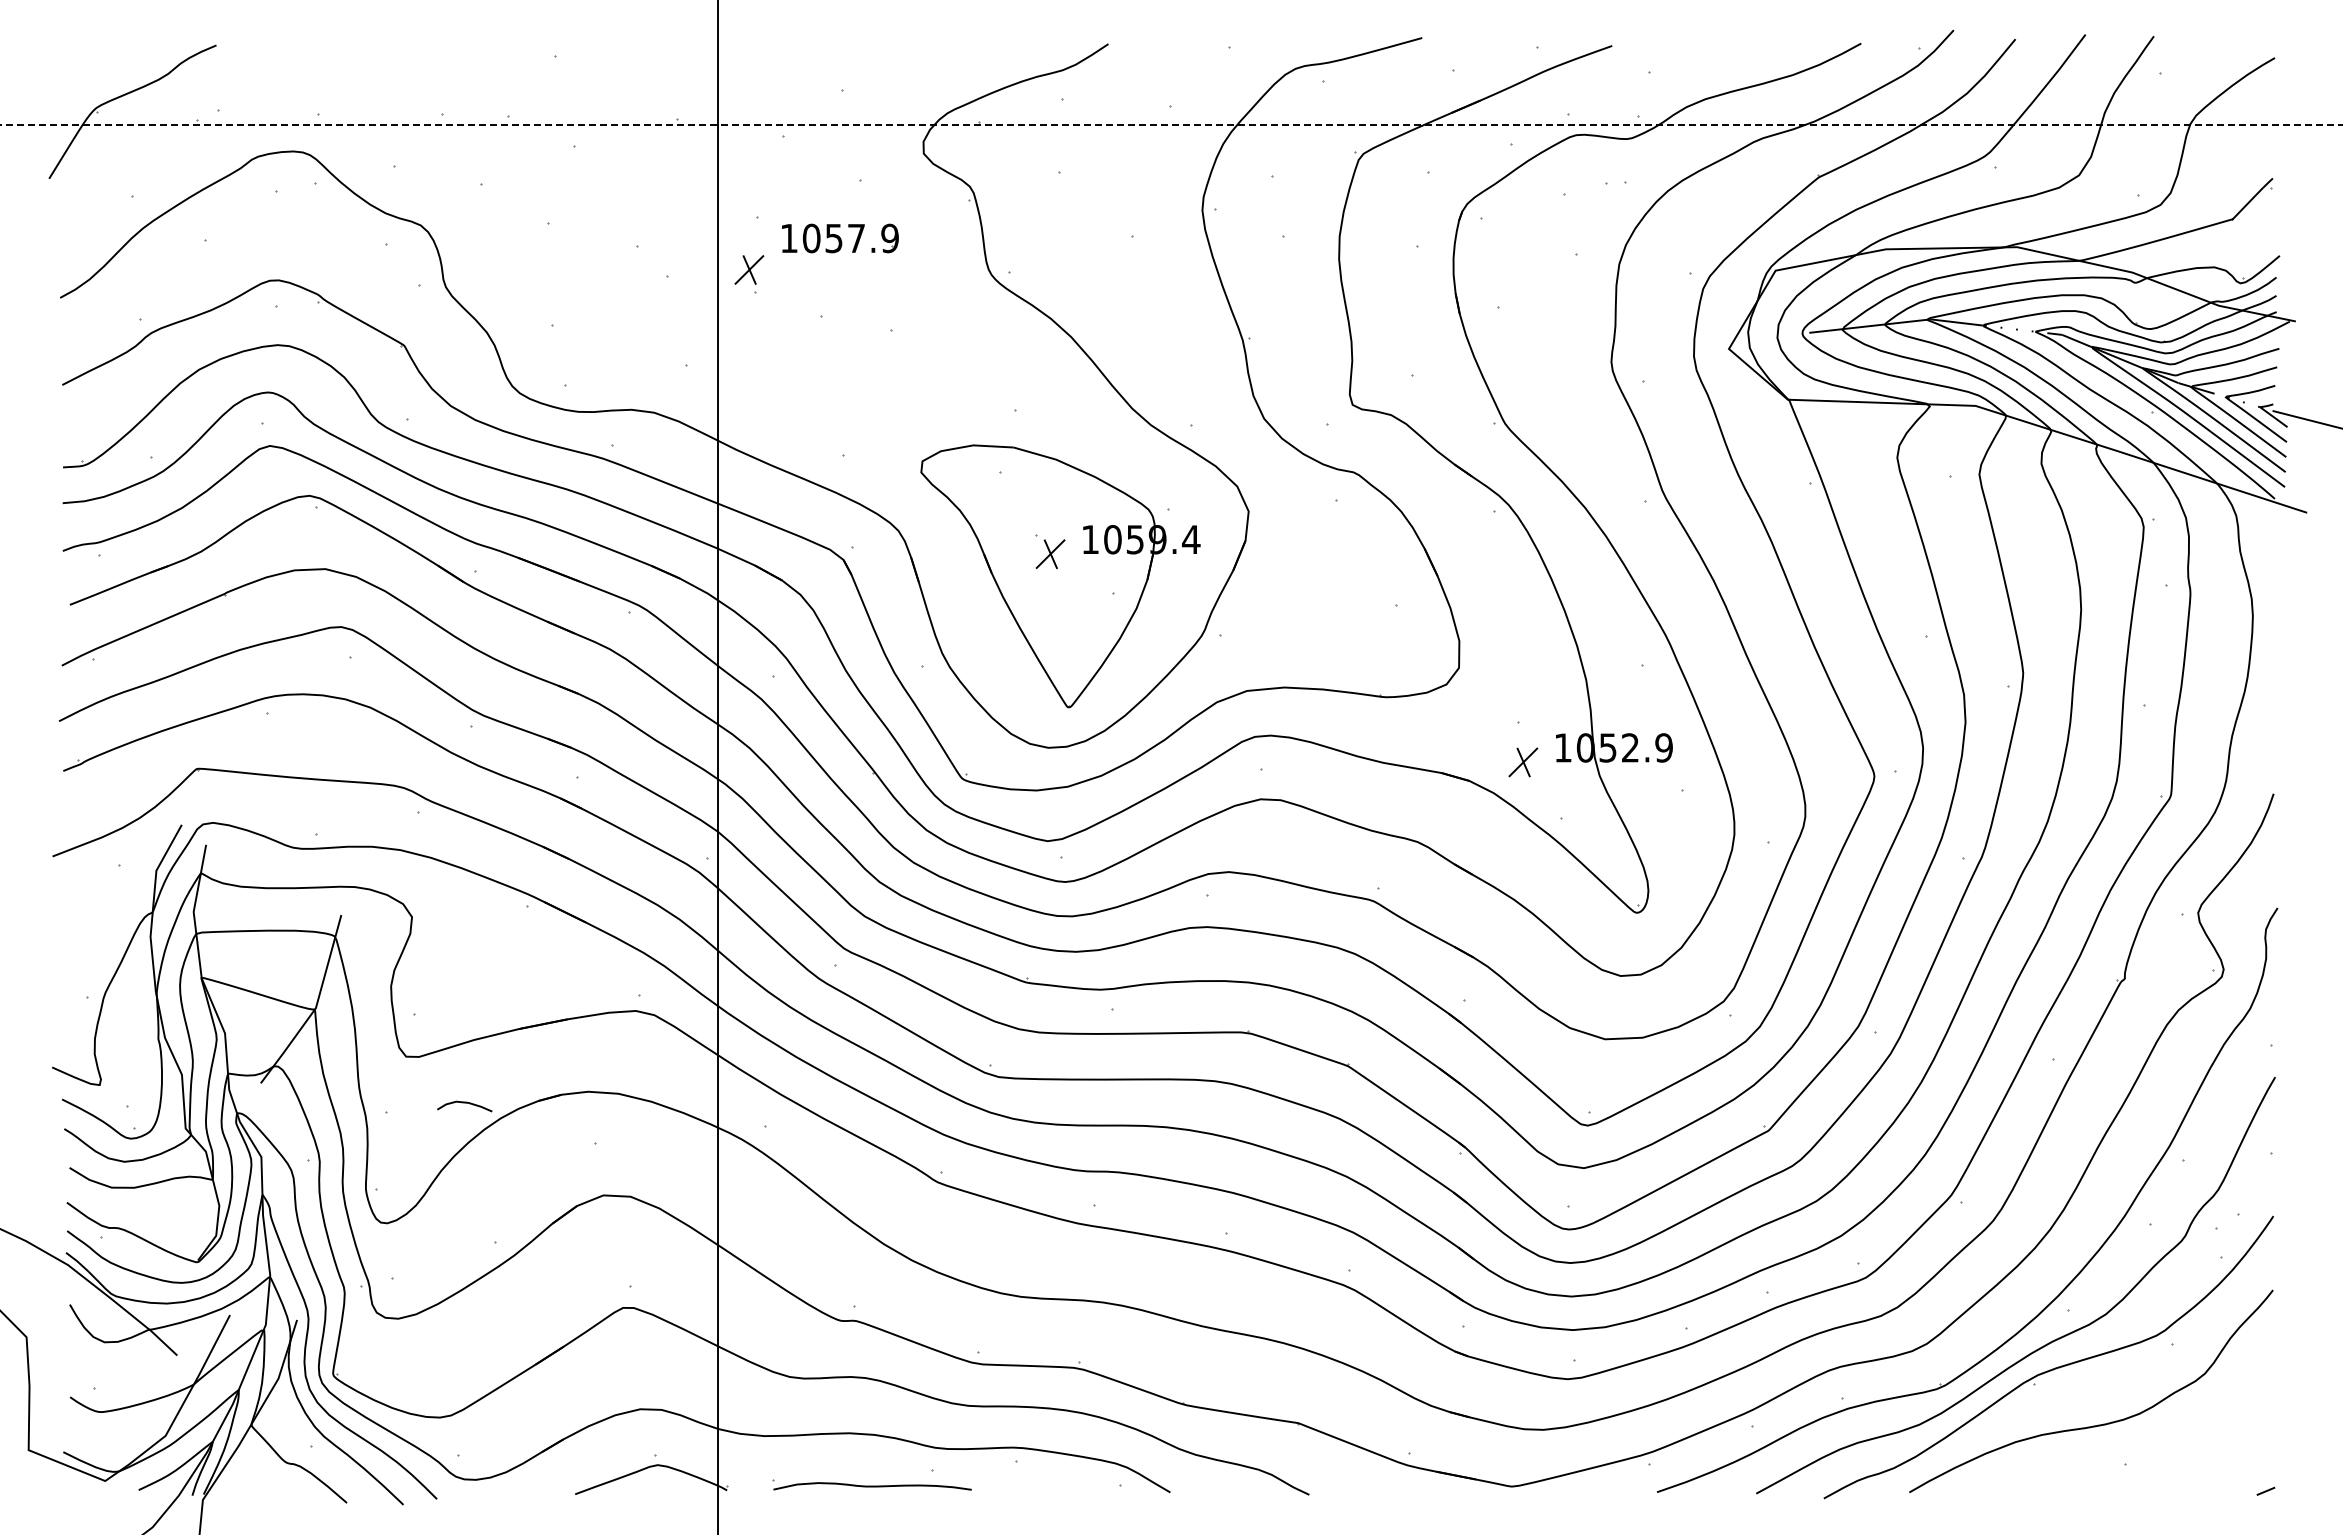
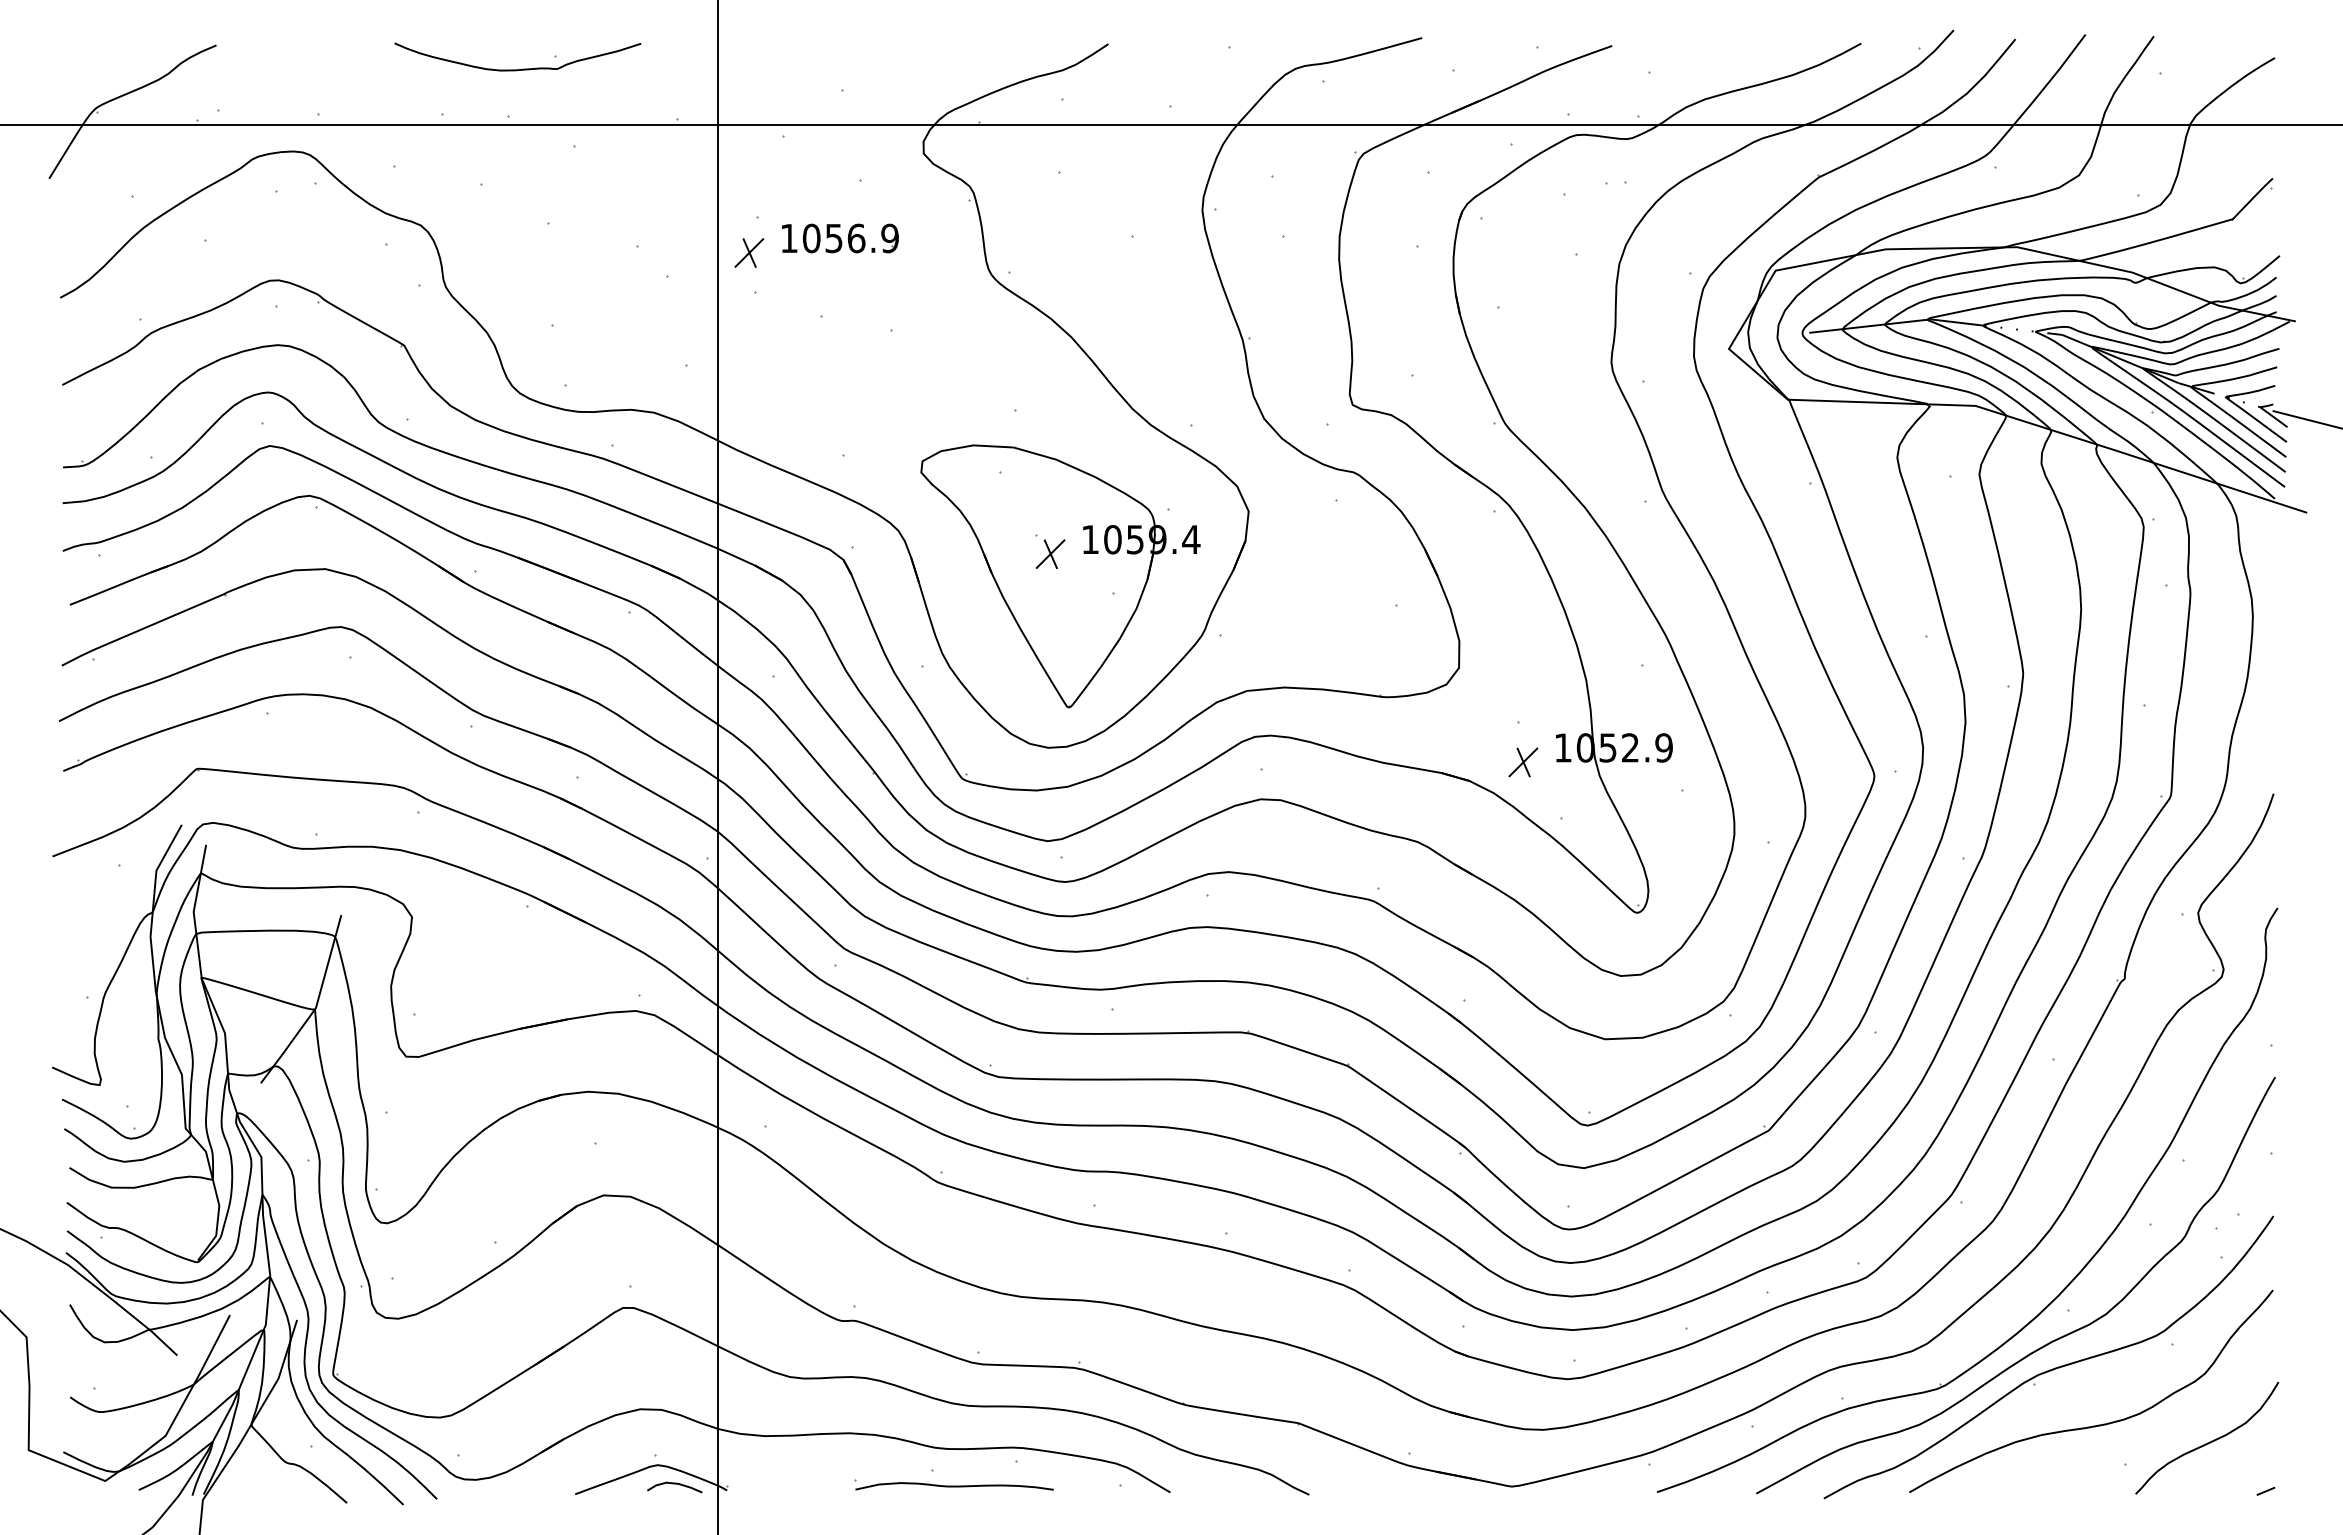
curve at (522, 68): none -> present
line at (1170, 125): dashed -> solid
text at (856, 238): 1057.9 -> 1056.9
part at (749, 269) position: (749, 269) -> (749, 252)
curve at (464, 1103) position: (464, 1103) -> (674, 1484)
curve at (2209, 1441): none -> present
part at (871, 1484) position: (871, 1484) -> (953, 1484)
